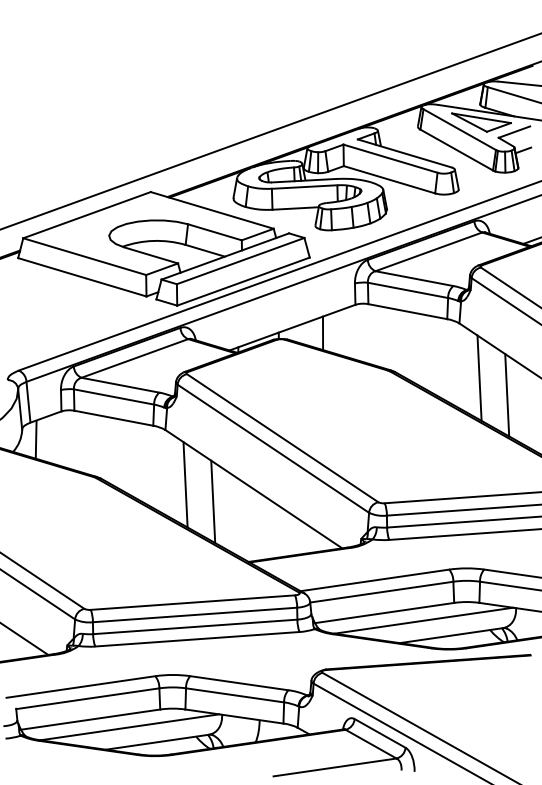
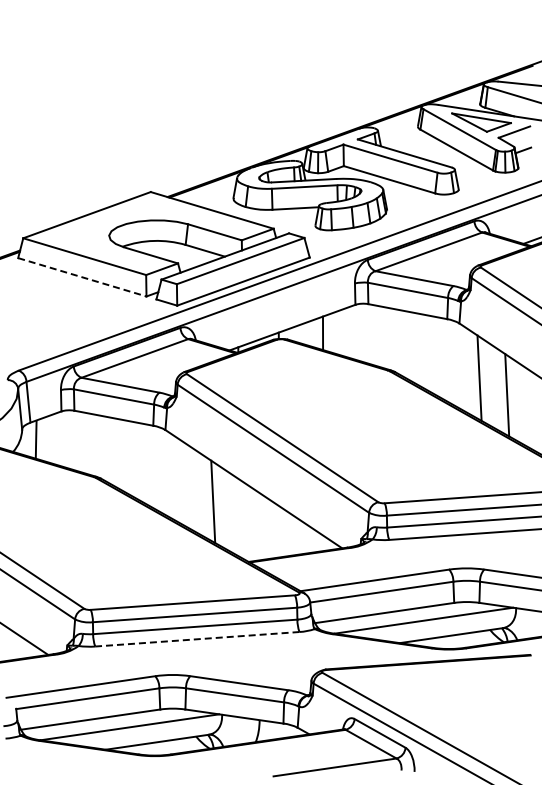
line at (270, 131): present -> none
line at (82, 277): solid -> dashed
line at (185, 484): present -> none
line at (196, 639): solid -> dashed
